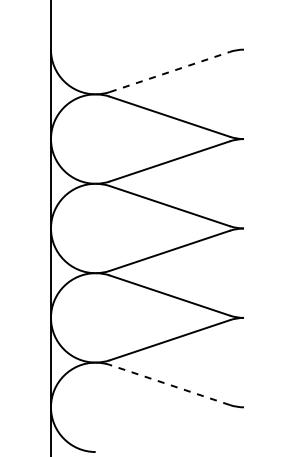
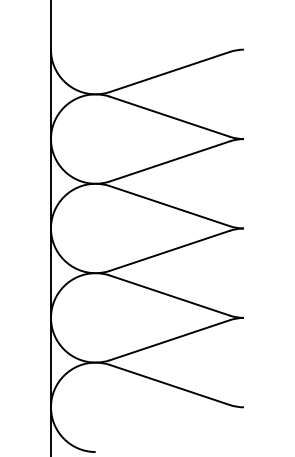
line at (170, 71): dashed -> solid
line at (169, 384): dashed -> solid
